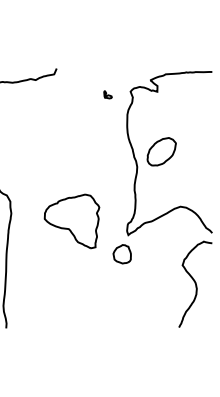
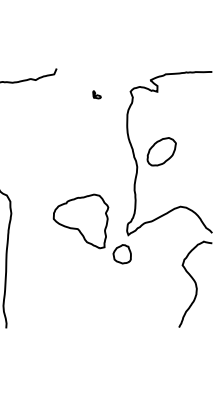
part at (107, 94) position: (107, 94) -> (96, 94)
part at (71, 221) position: (71, 221) -> (80, 221)
